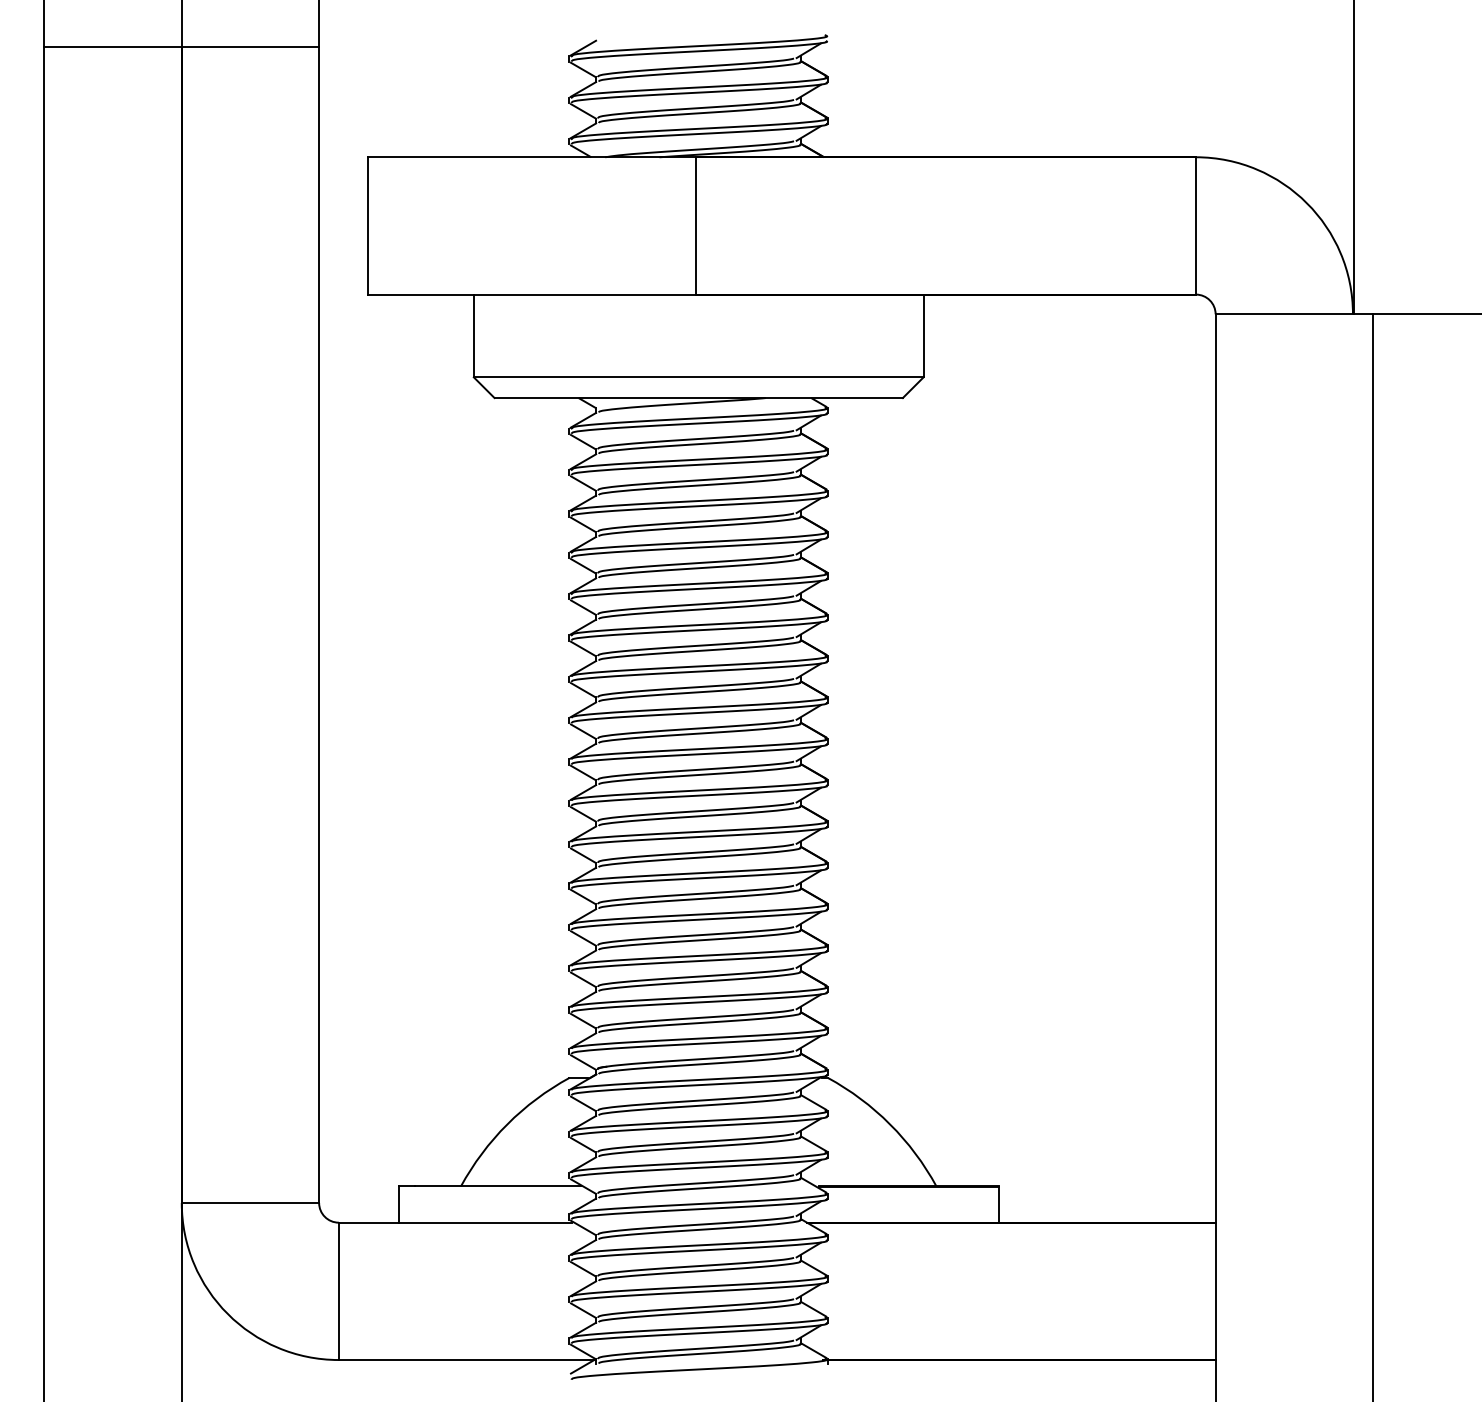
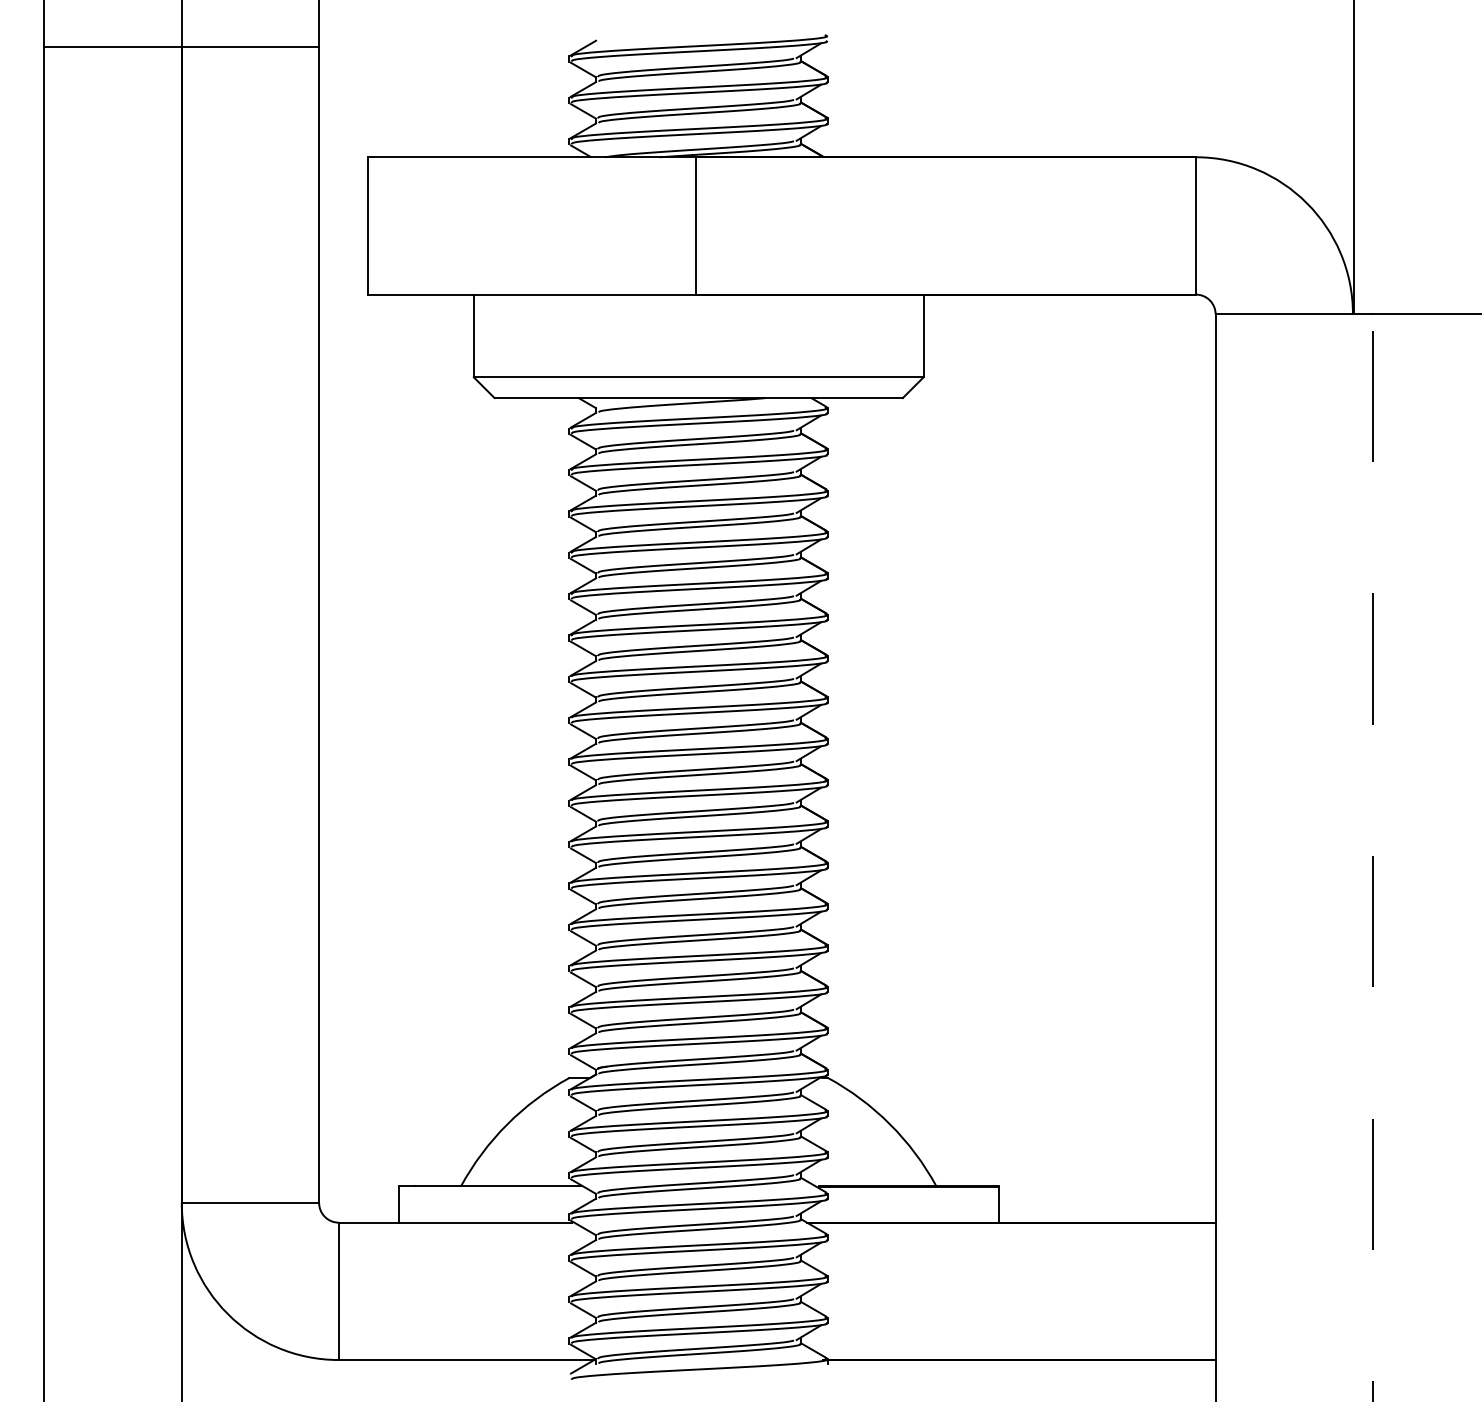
line at (1372, 857): solid -> dashed
